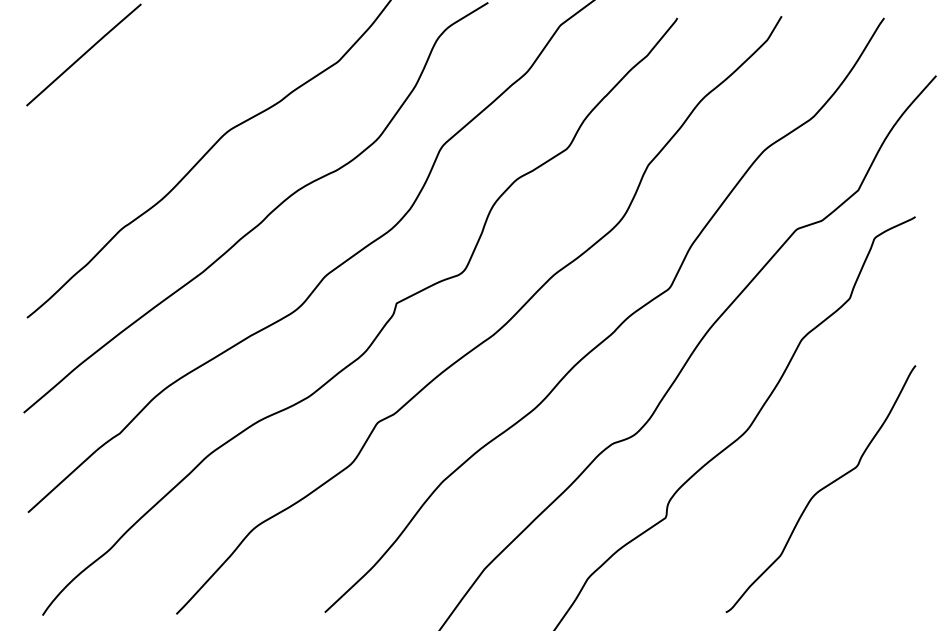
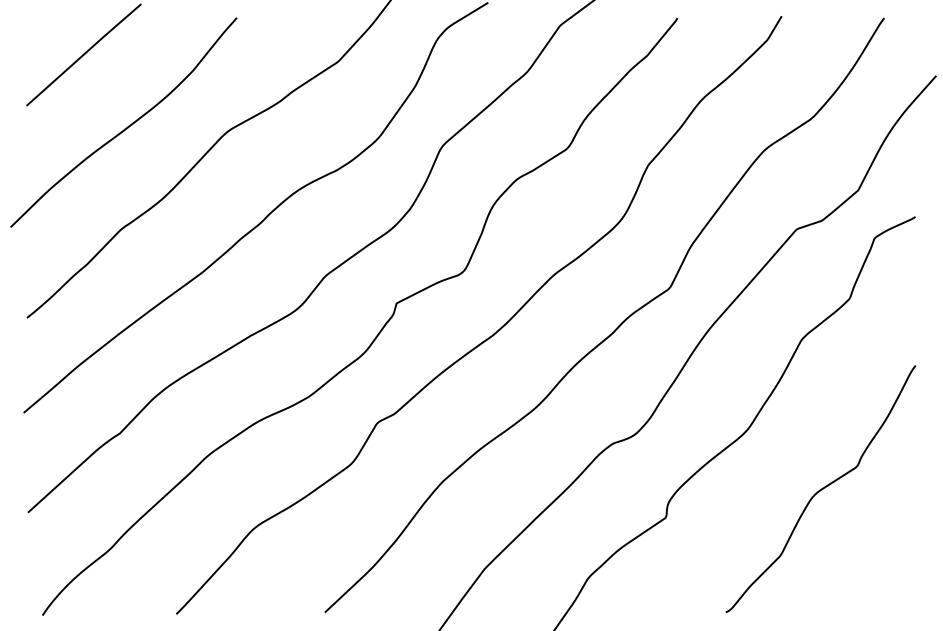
curve at (127, 126): none -> present
